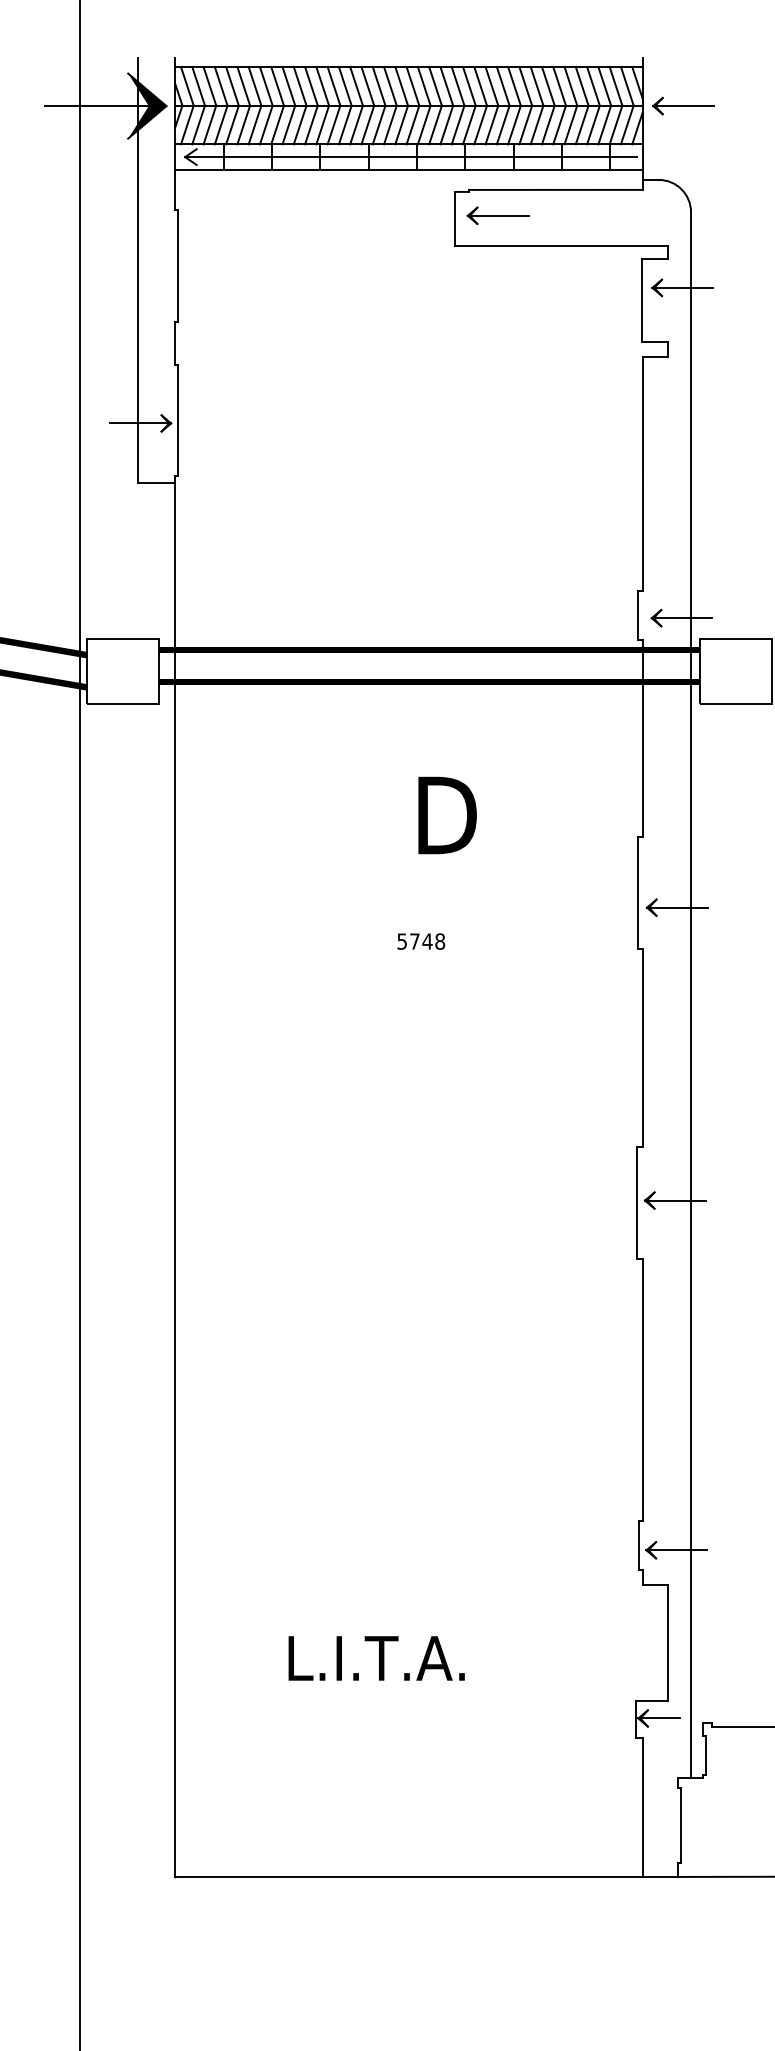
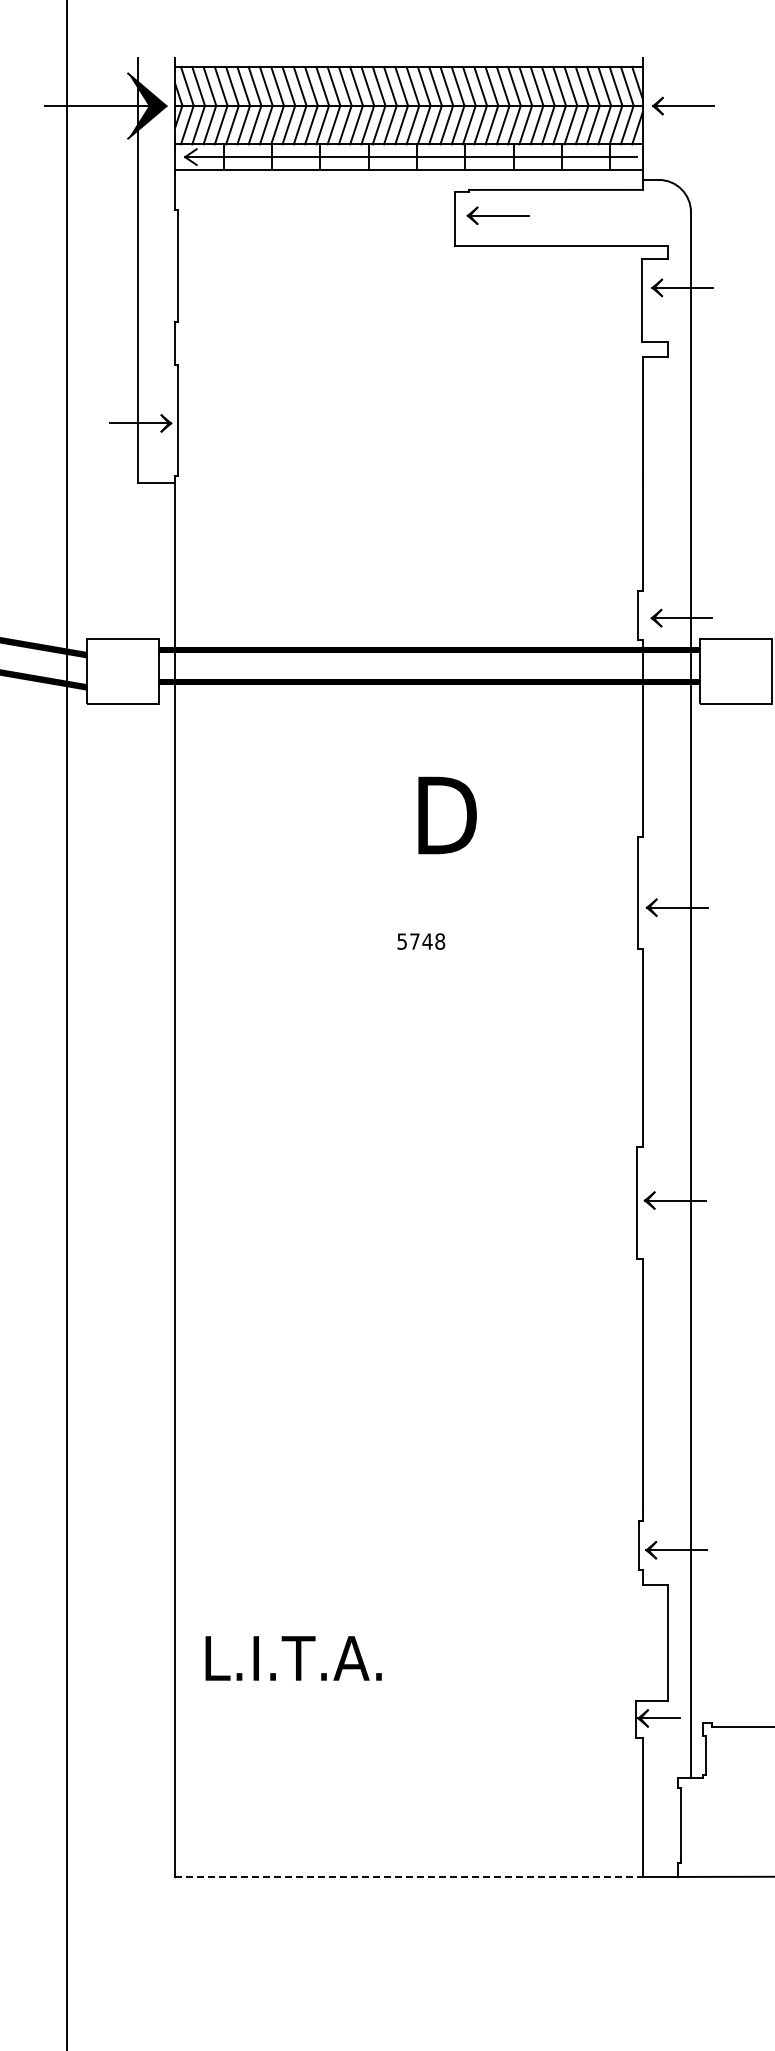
line at (79, 1024) position: (79, 1024) -> (66, 1024)
text at (376, 1658) position: (376, 1658) -> (293, 1658)
line at (409, 1876): solid -> dashed
